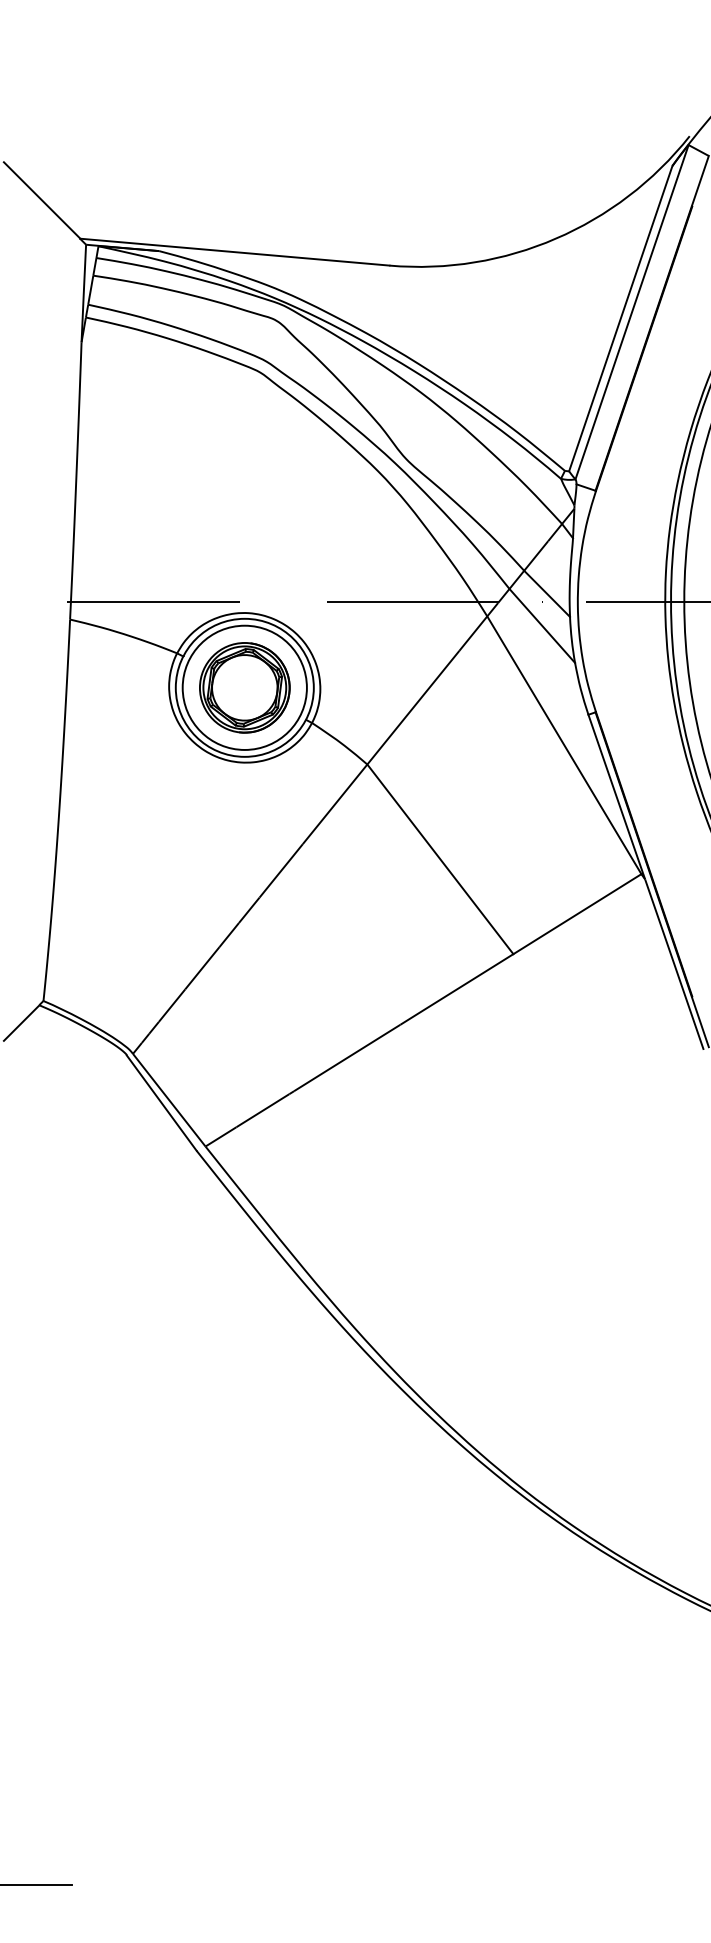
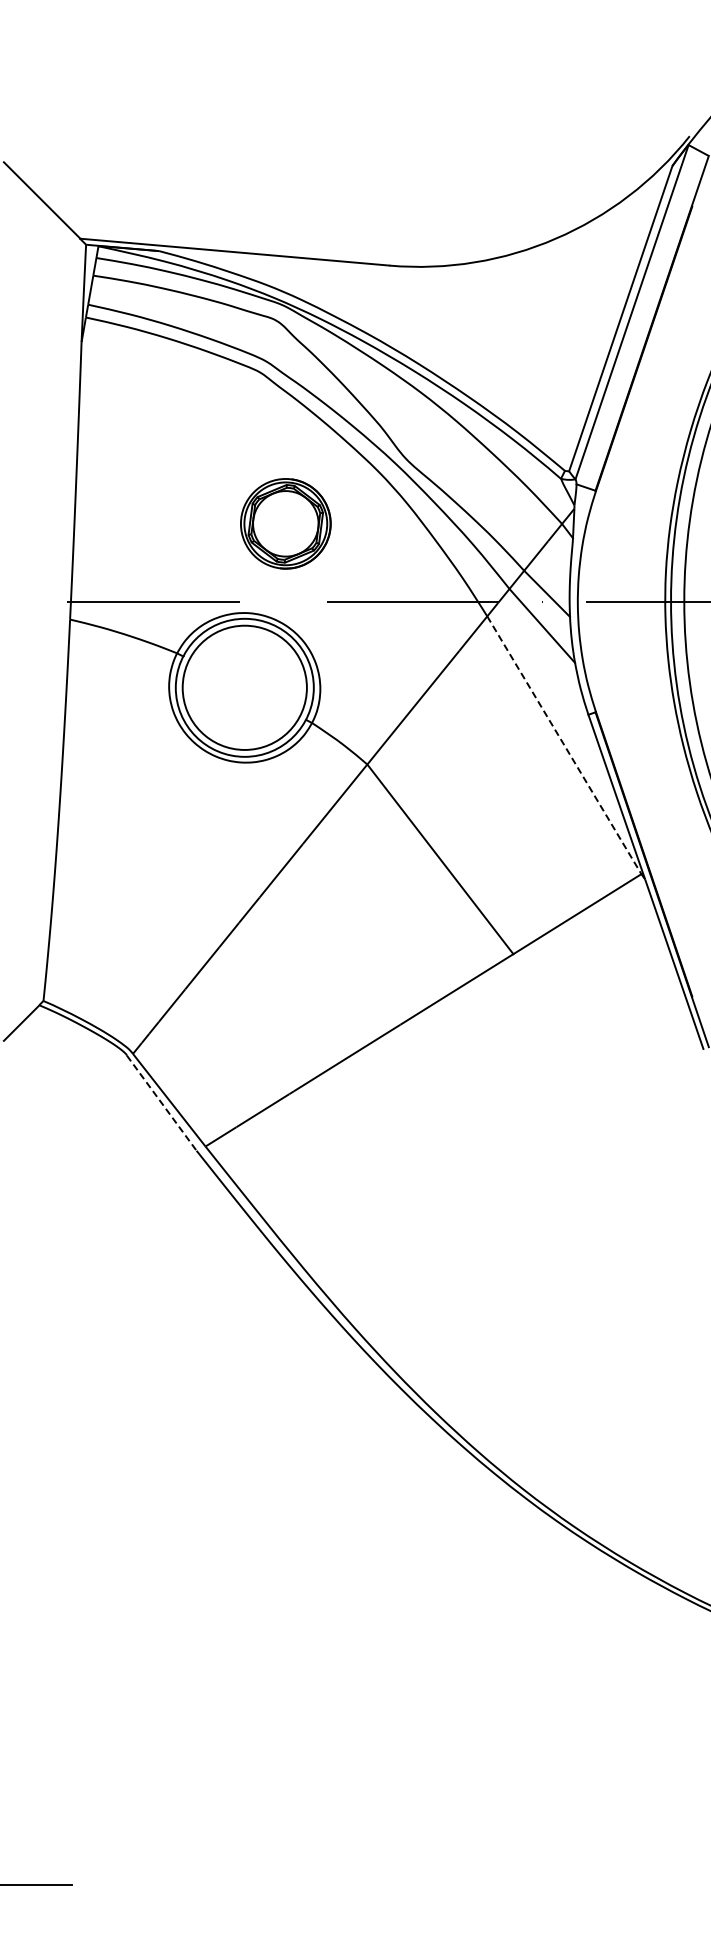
part at (244, 687) position: (244, 687) -> (285, 523)
line at (564, 745): solid -> dashed
line at (161, 1103): solid -> dashed
